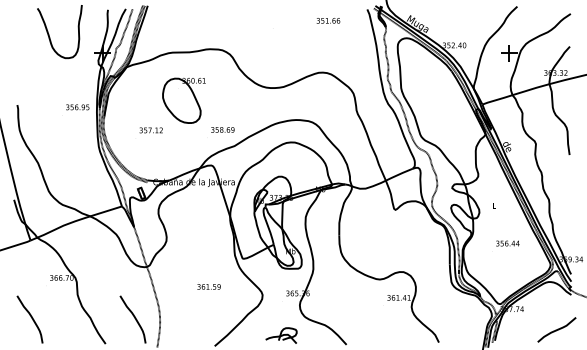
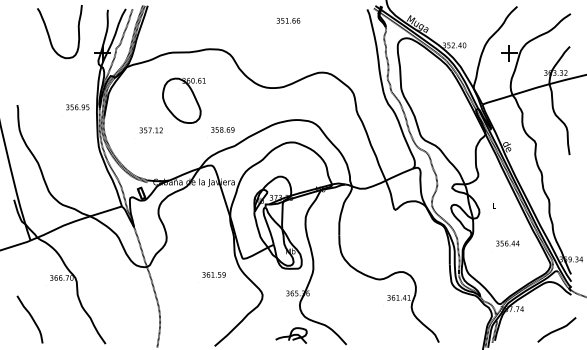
text at (328, 20) position: (328, 20) -> (288, 20)
text at (208, 286) position: (208, 286) -> (213, 274)
curve at (133, 317): present -> none
part at (281, 335) position: (281, 335) -> (291, 335)
